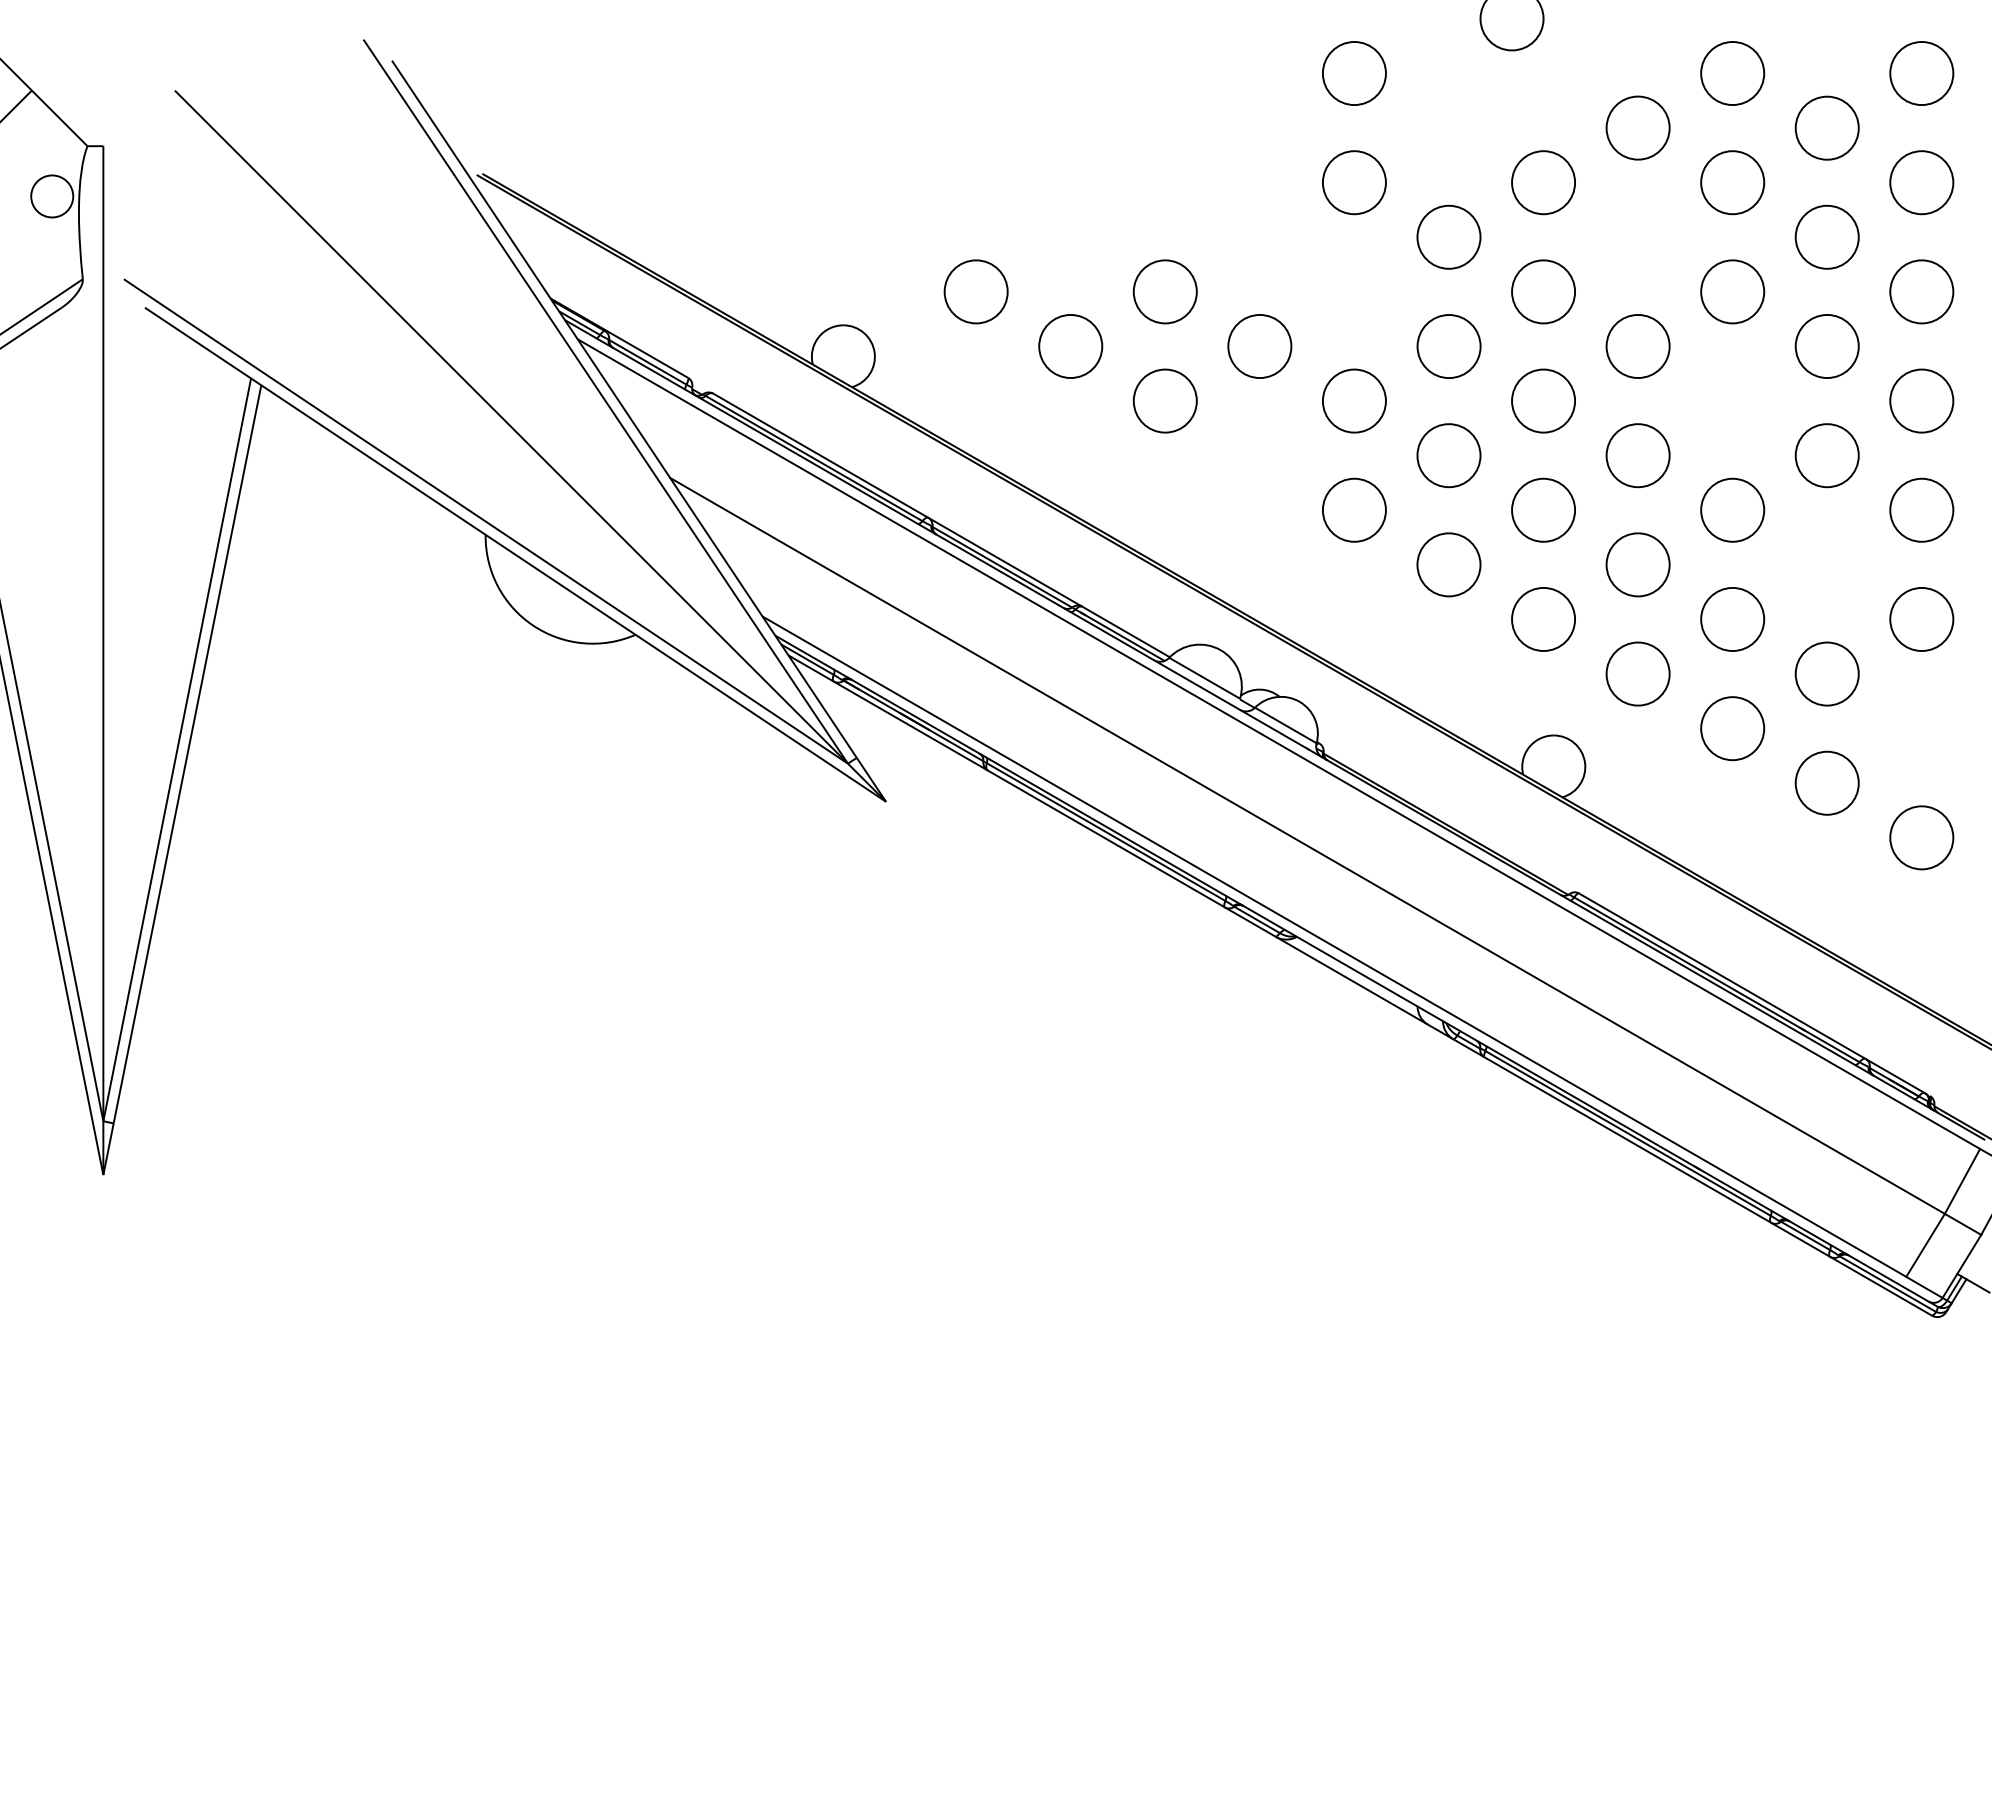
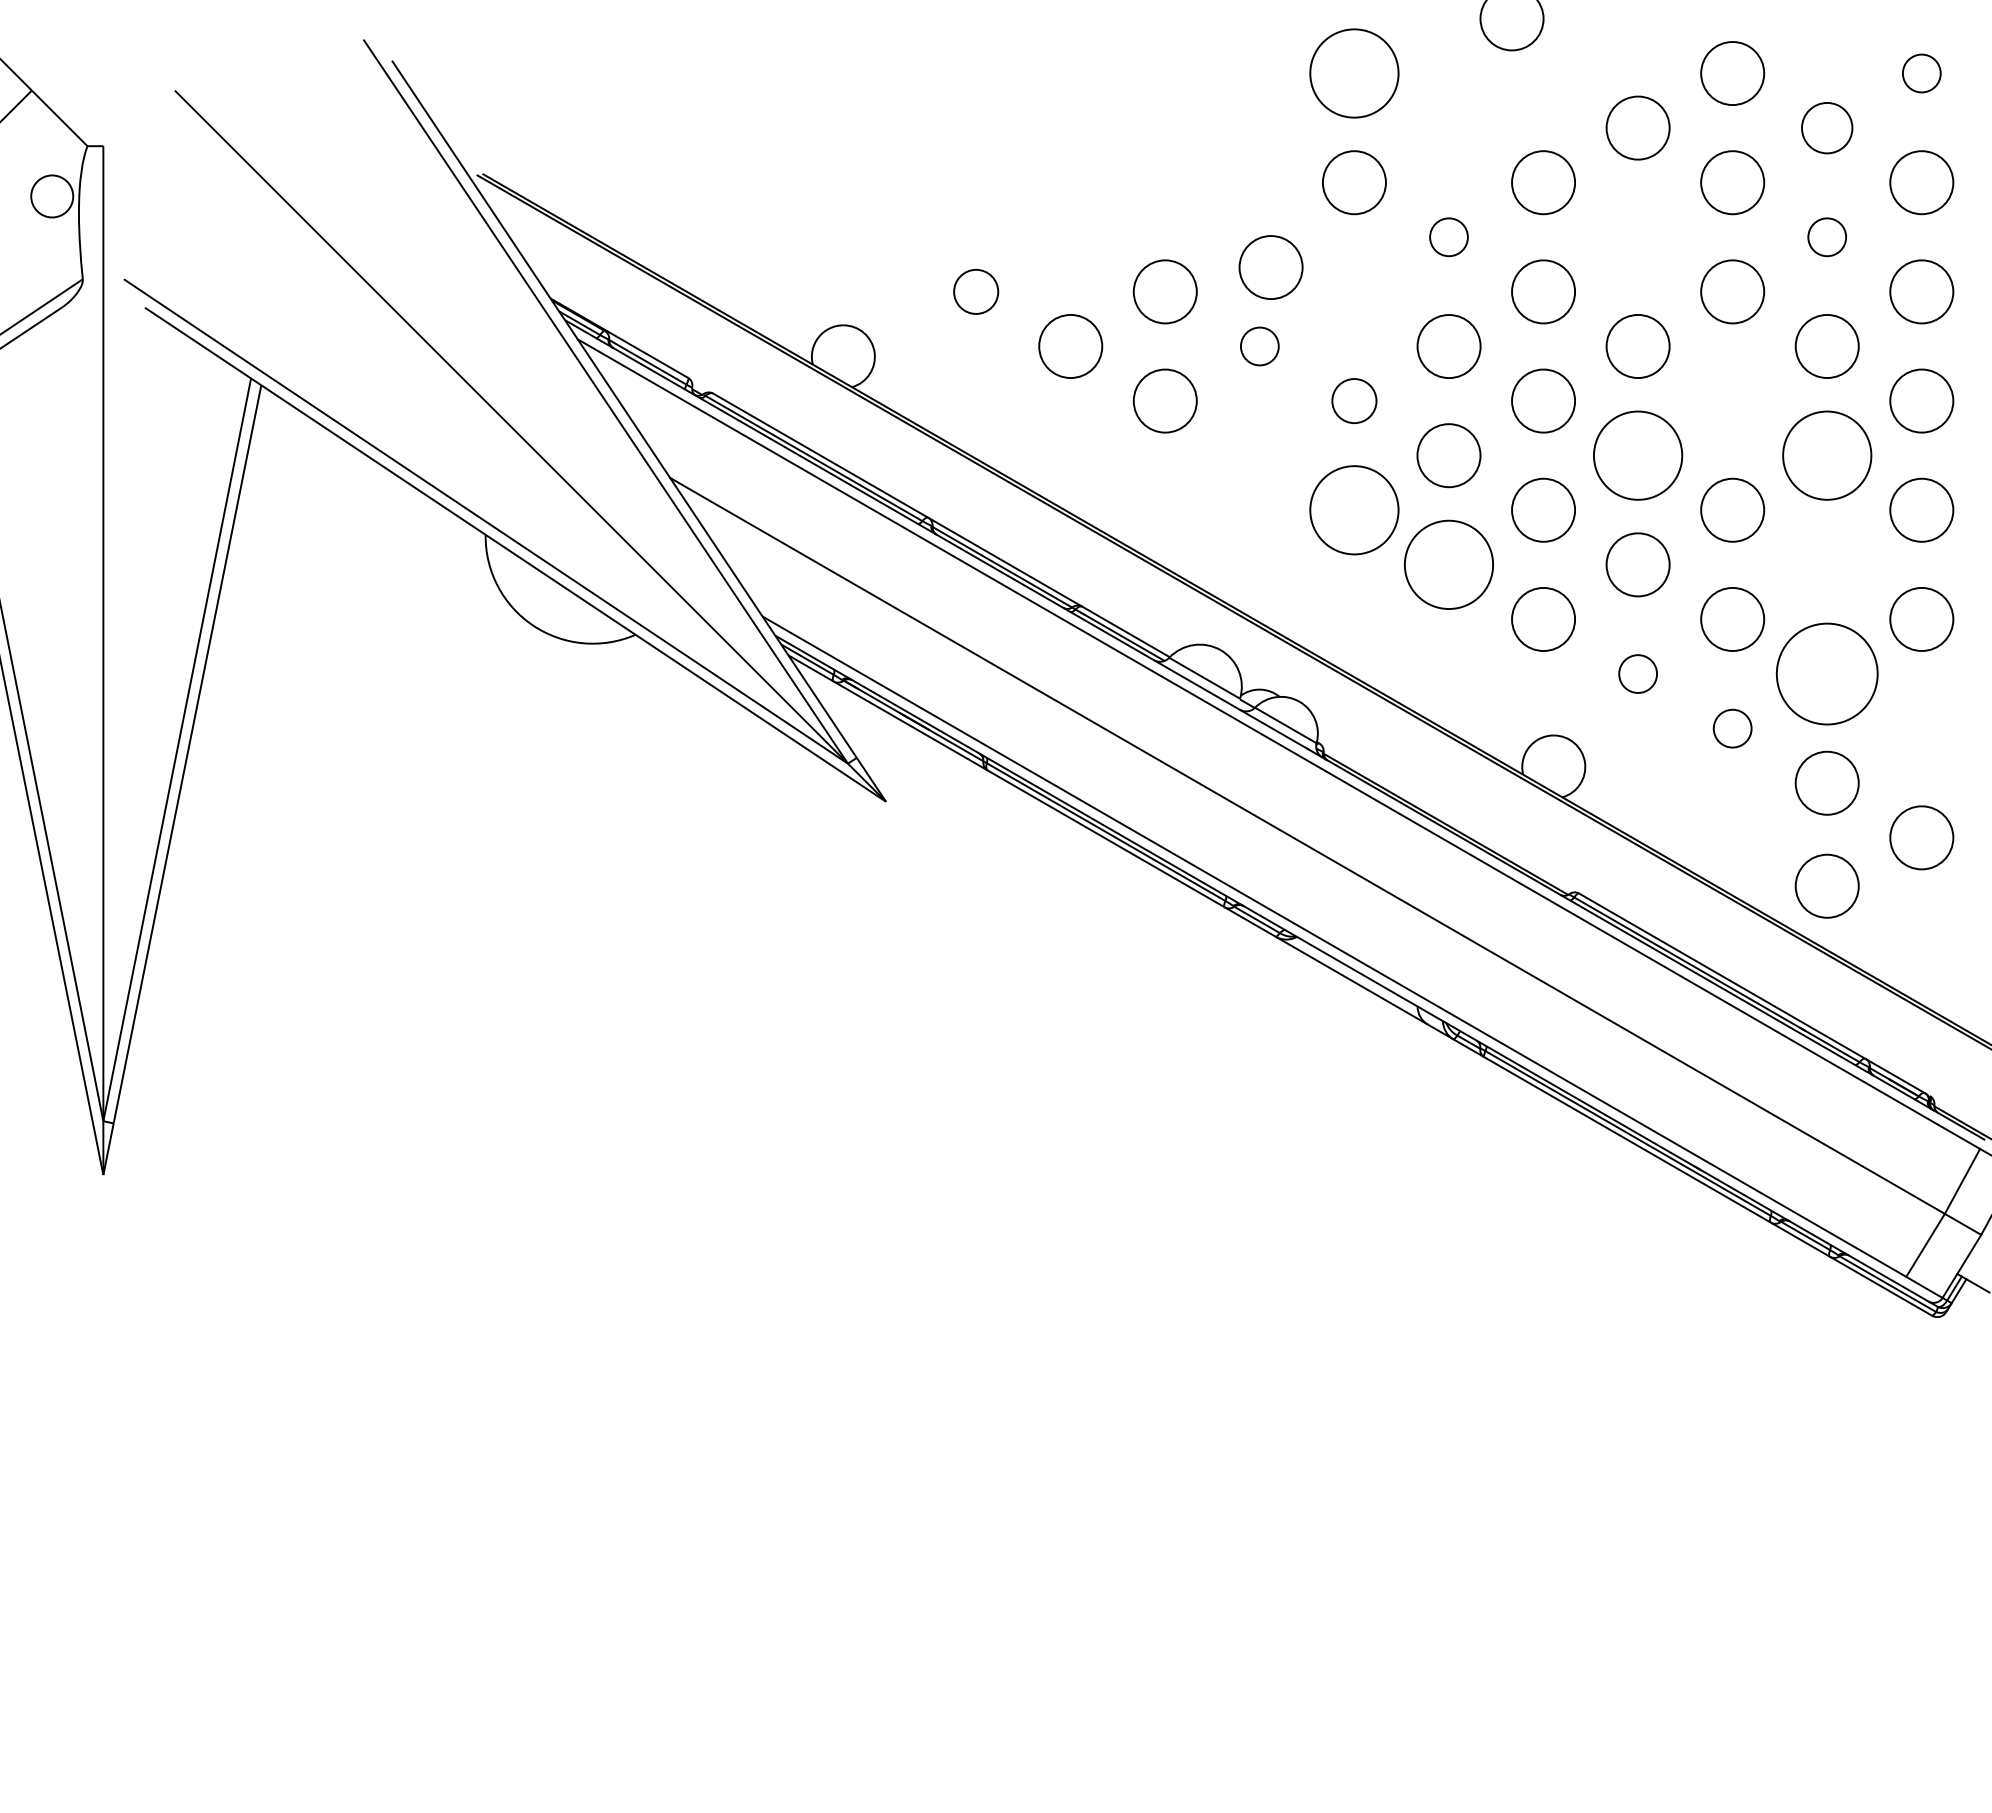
circle at (1353, 73) diameter: 63 px -> 88 px
circle at (1921, 73) diameter: 63 px -> 38 px
circle at (1826, 127) size: 66x66 px -> 53x53 px
circle at (1448, 236) diameter: 63 px -> 38 px
circle at (1826, 236) diameter: 63 px -> 38 px
circle at (1270, 267): none -> present
circle at (975, 291) diameter: 63 px -> 44 px
circle at (1259, 346) diameter: 63 px -> 38 px
circle at (1353, 400) diameter: 63 px -> 44 px
circle at (1637, 455) diameter: 63 px -> 88 px
circle at (1826, 455) diameter: 63 px -> 88 px
circle at (1353, 509) diameter: 63 px -> 88 px
circle at (1448, 564) diameter: 63 px -> 88 px
circle at (1637, 673) diameter: 63 px -> 38 px
circle at (1826, 673) diameter: 63 px -> 101 px
circle at (1732, 728) diameter: 63 px -> 38 px
circle at (1826, 885): none -> present
